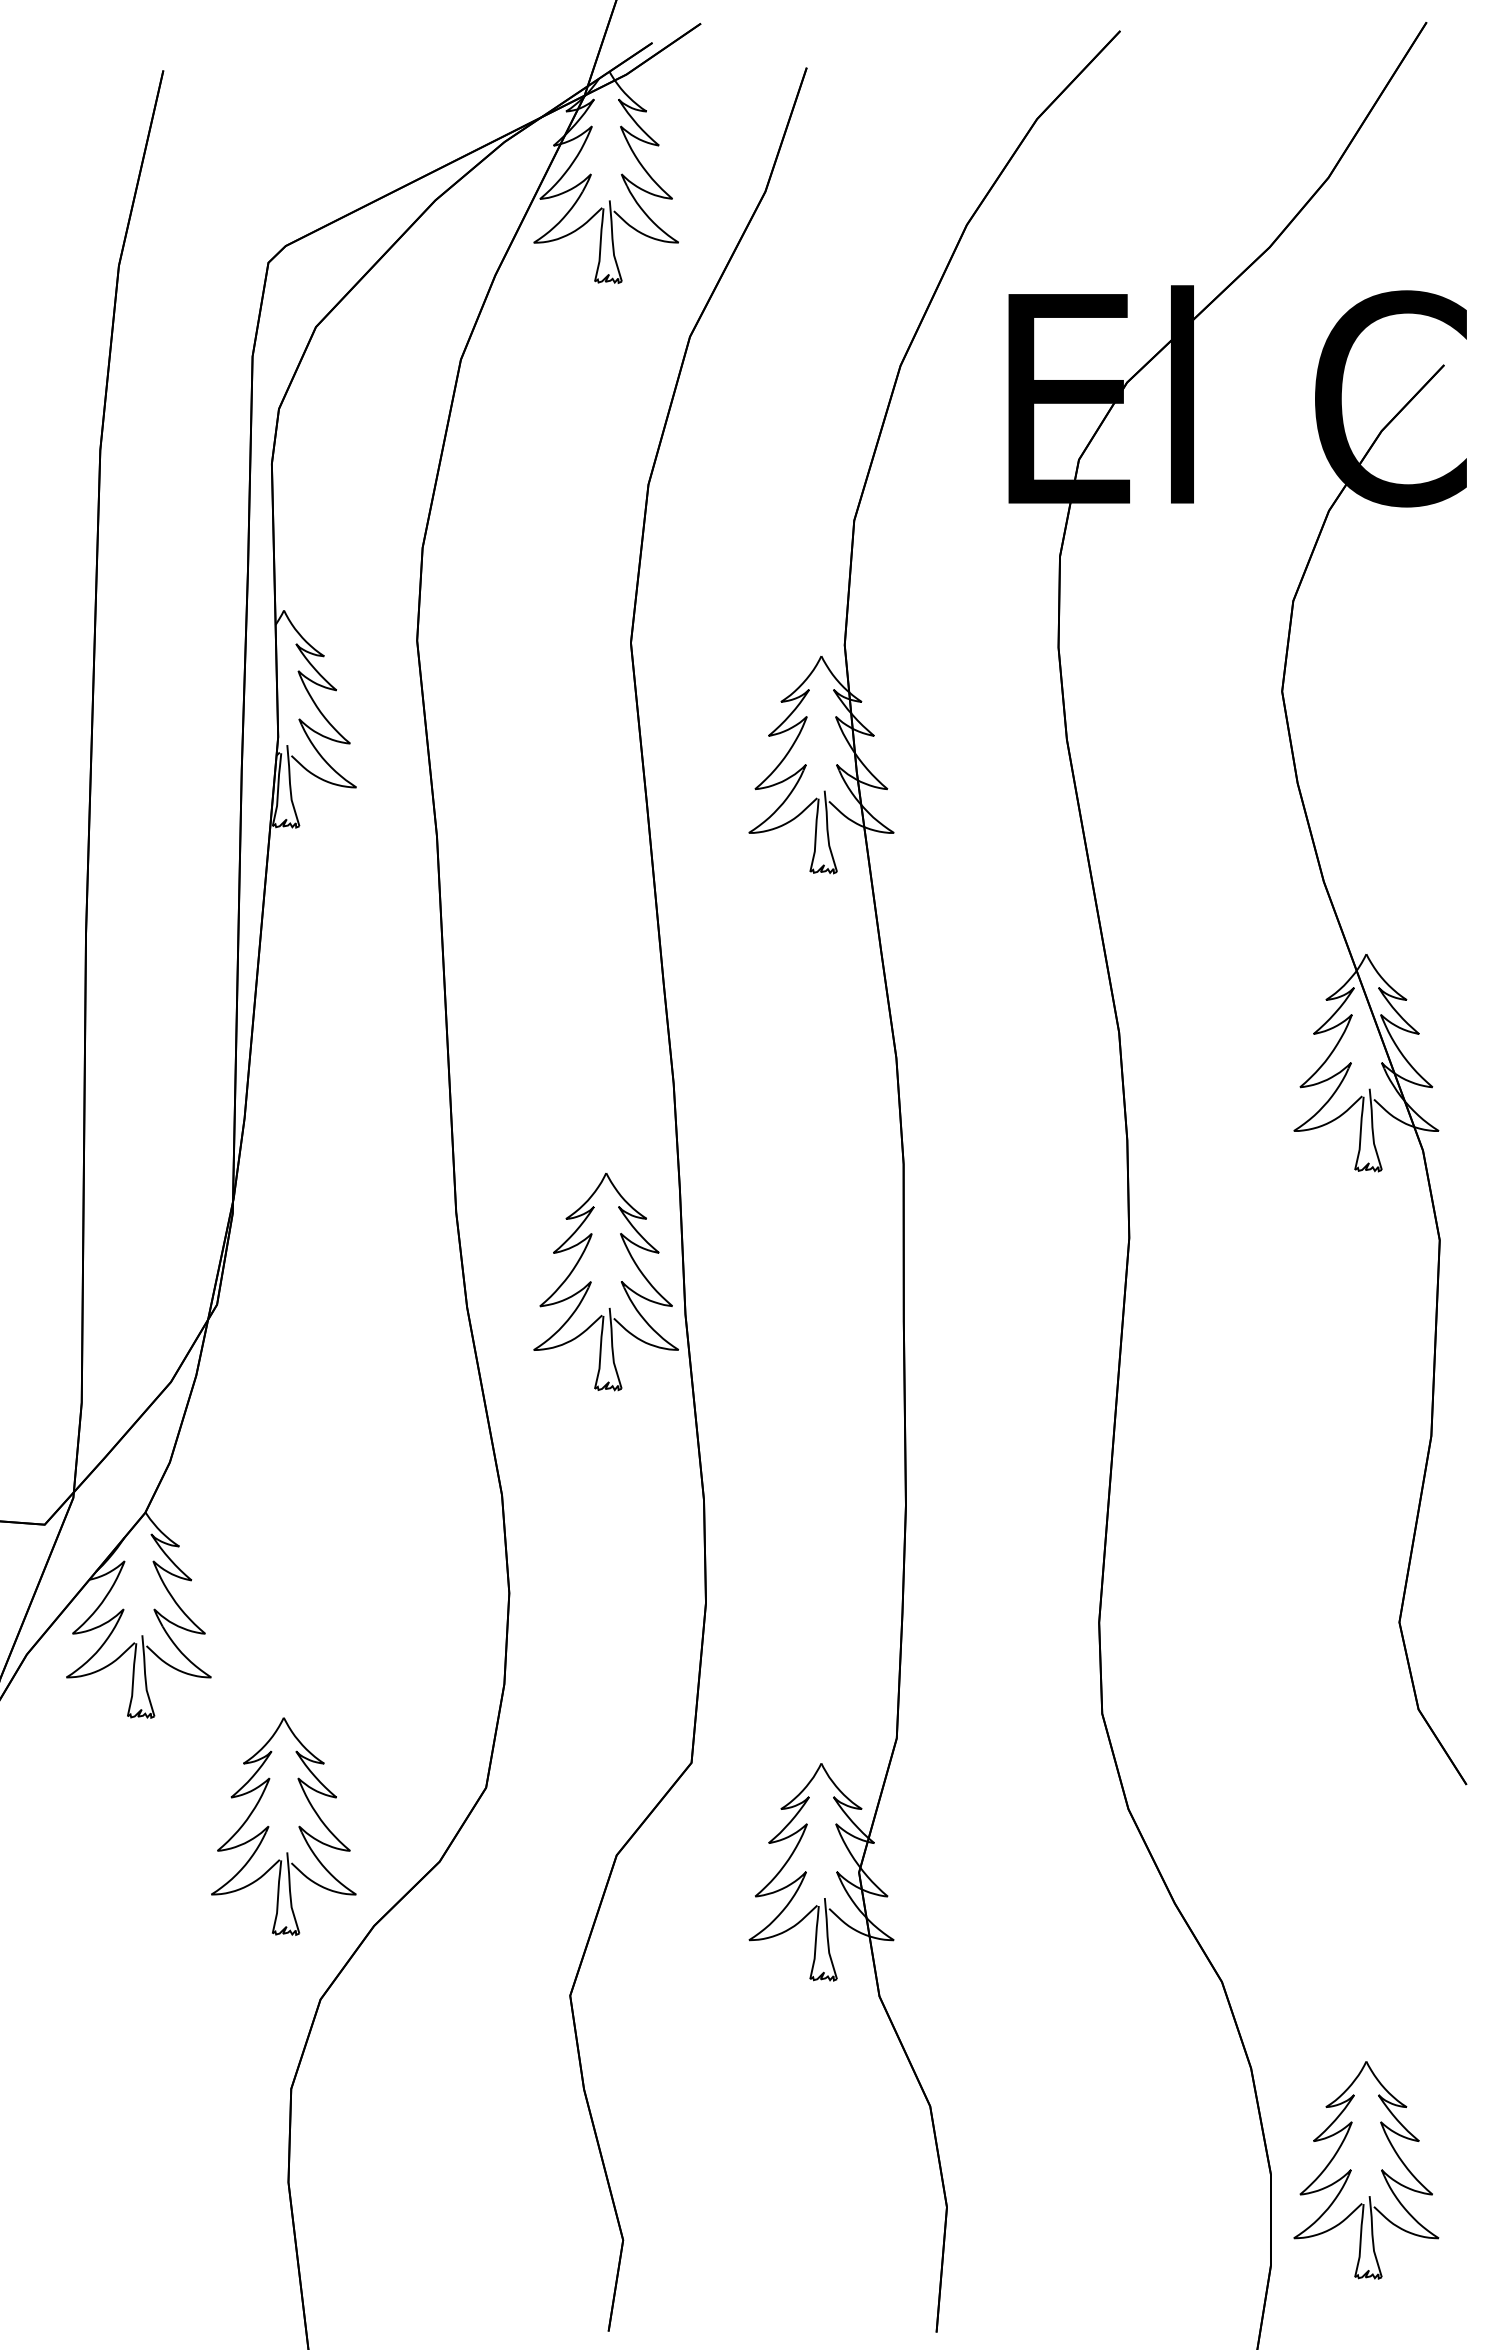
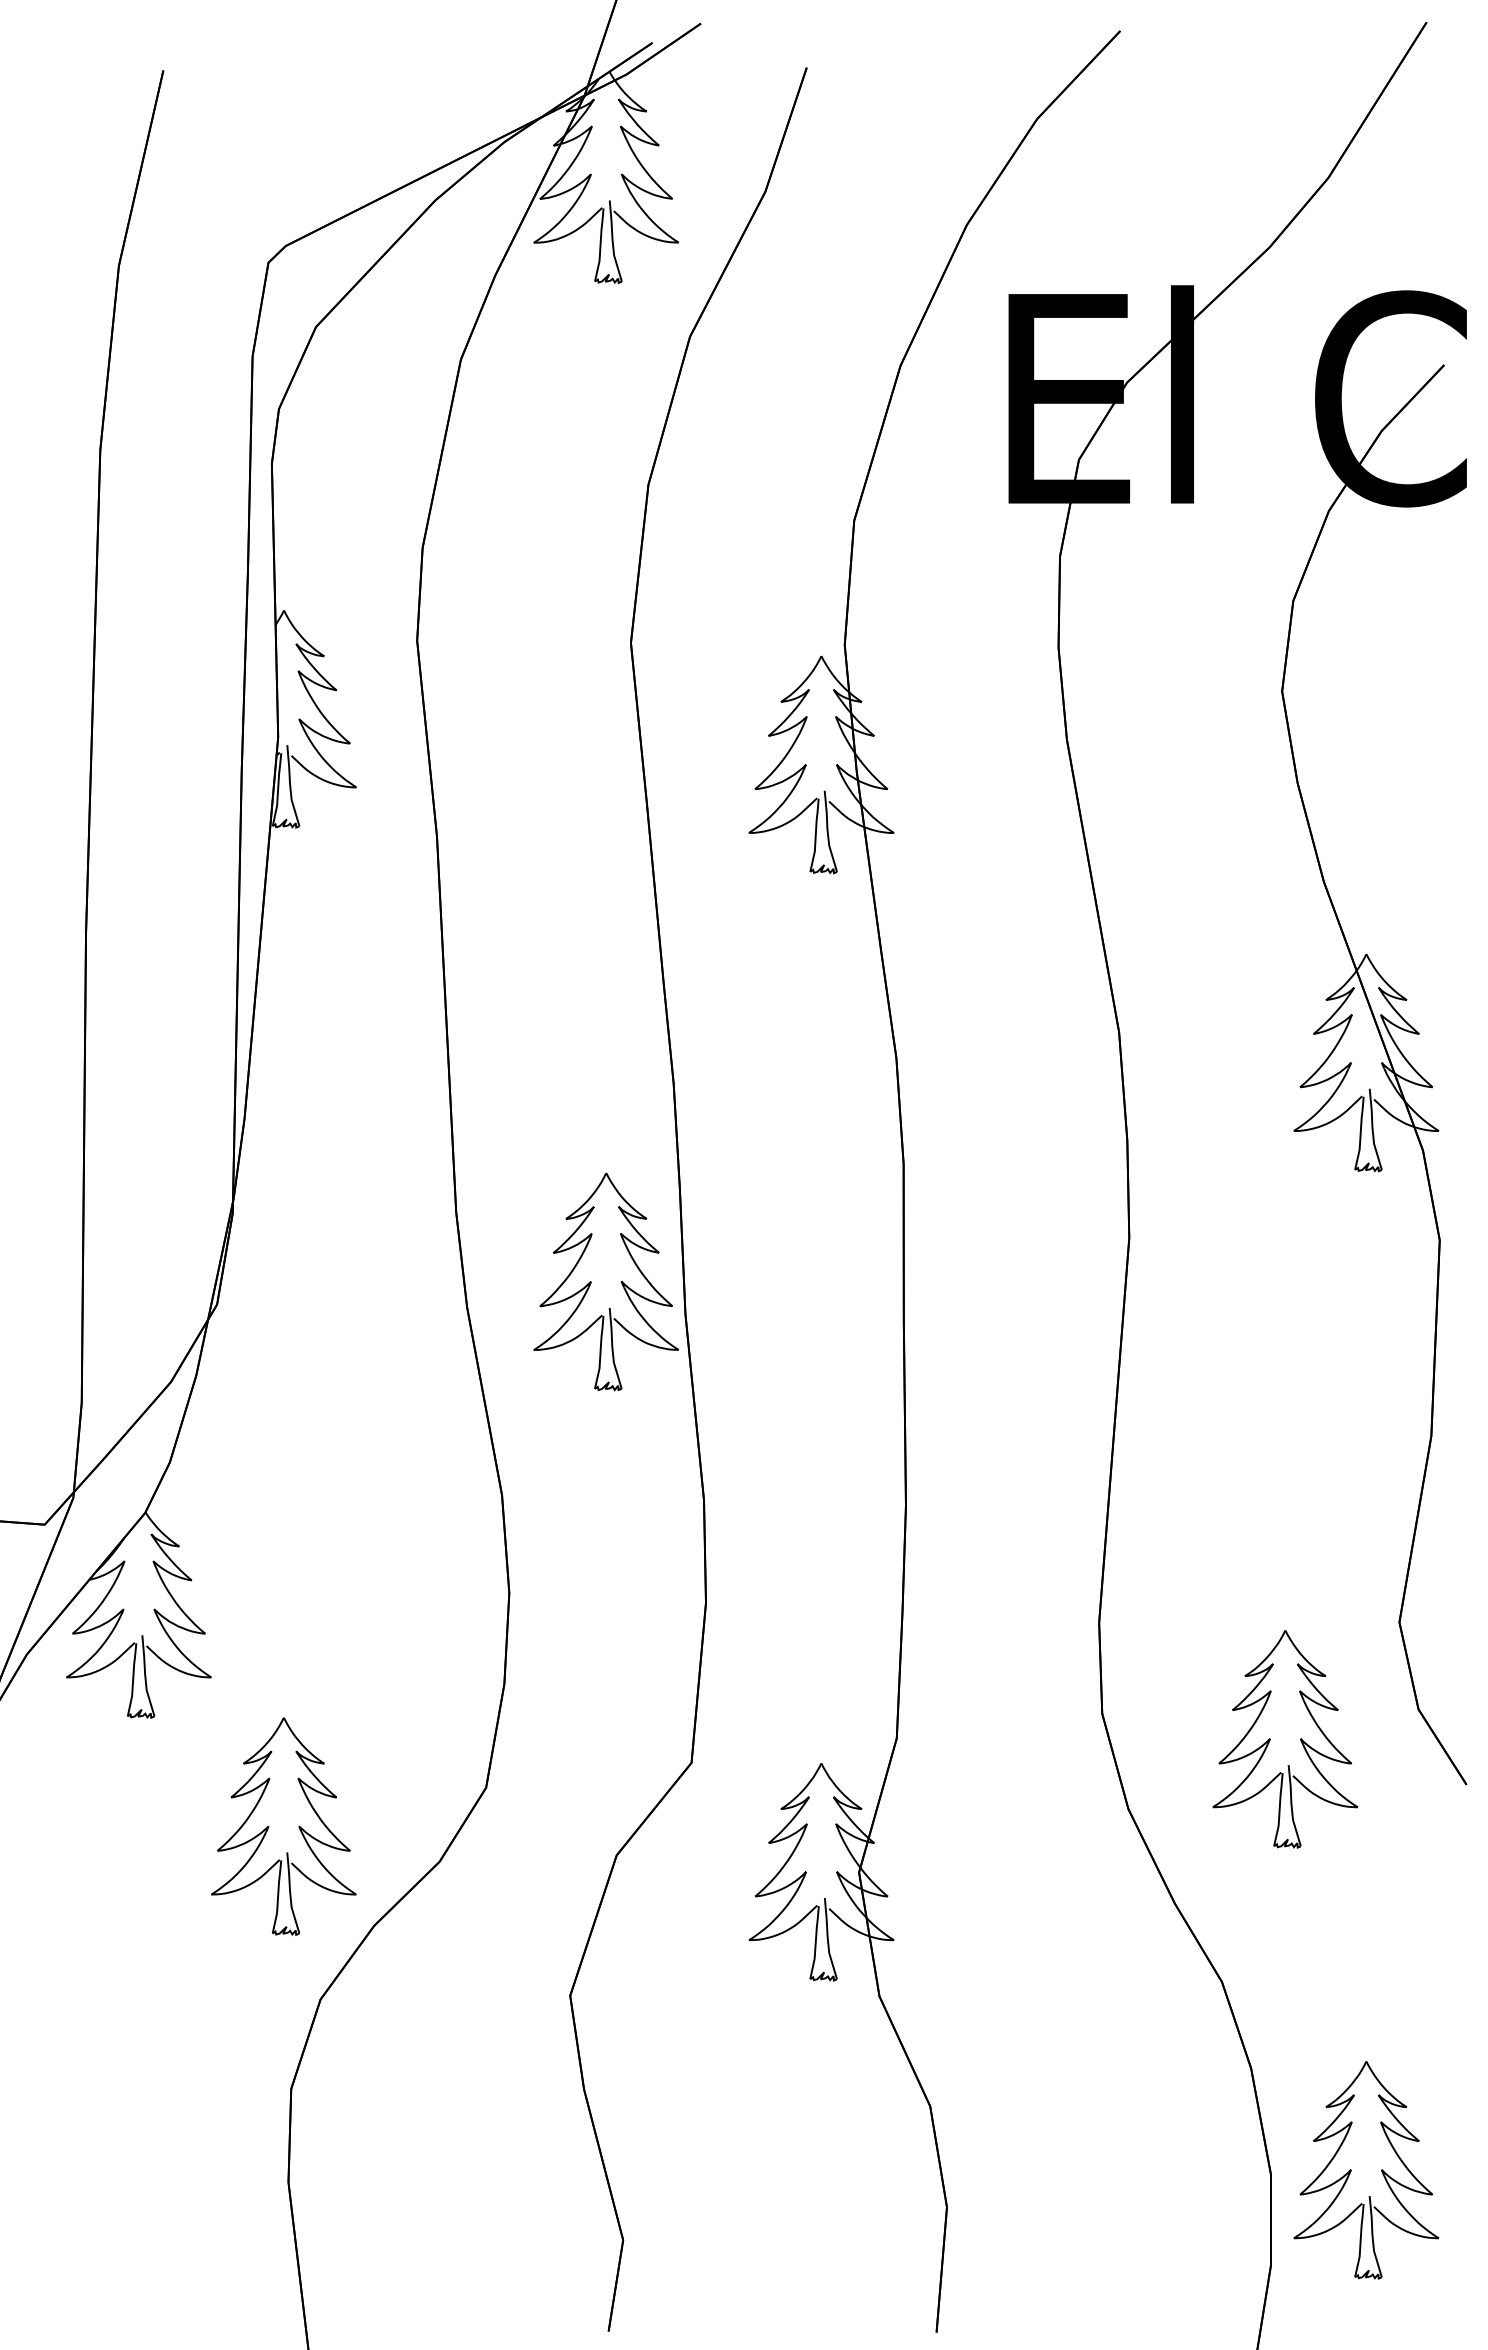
part at (1270, 1739): none -> present
